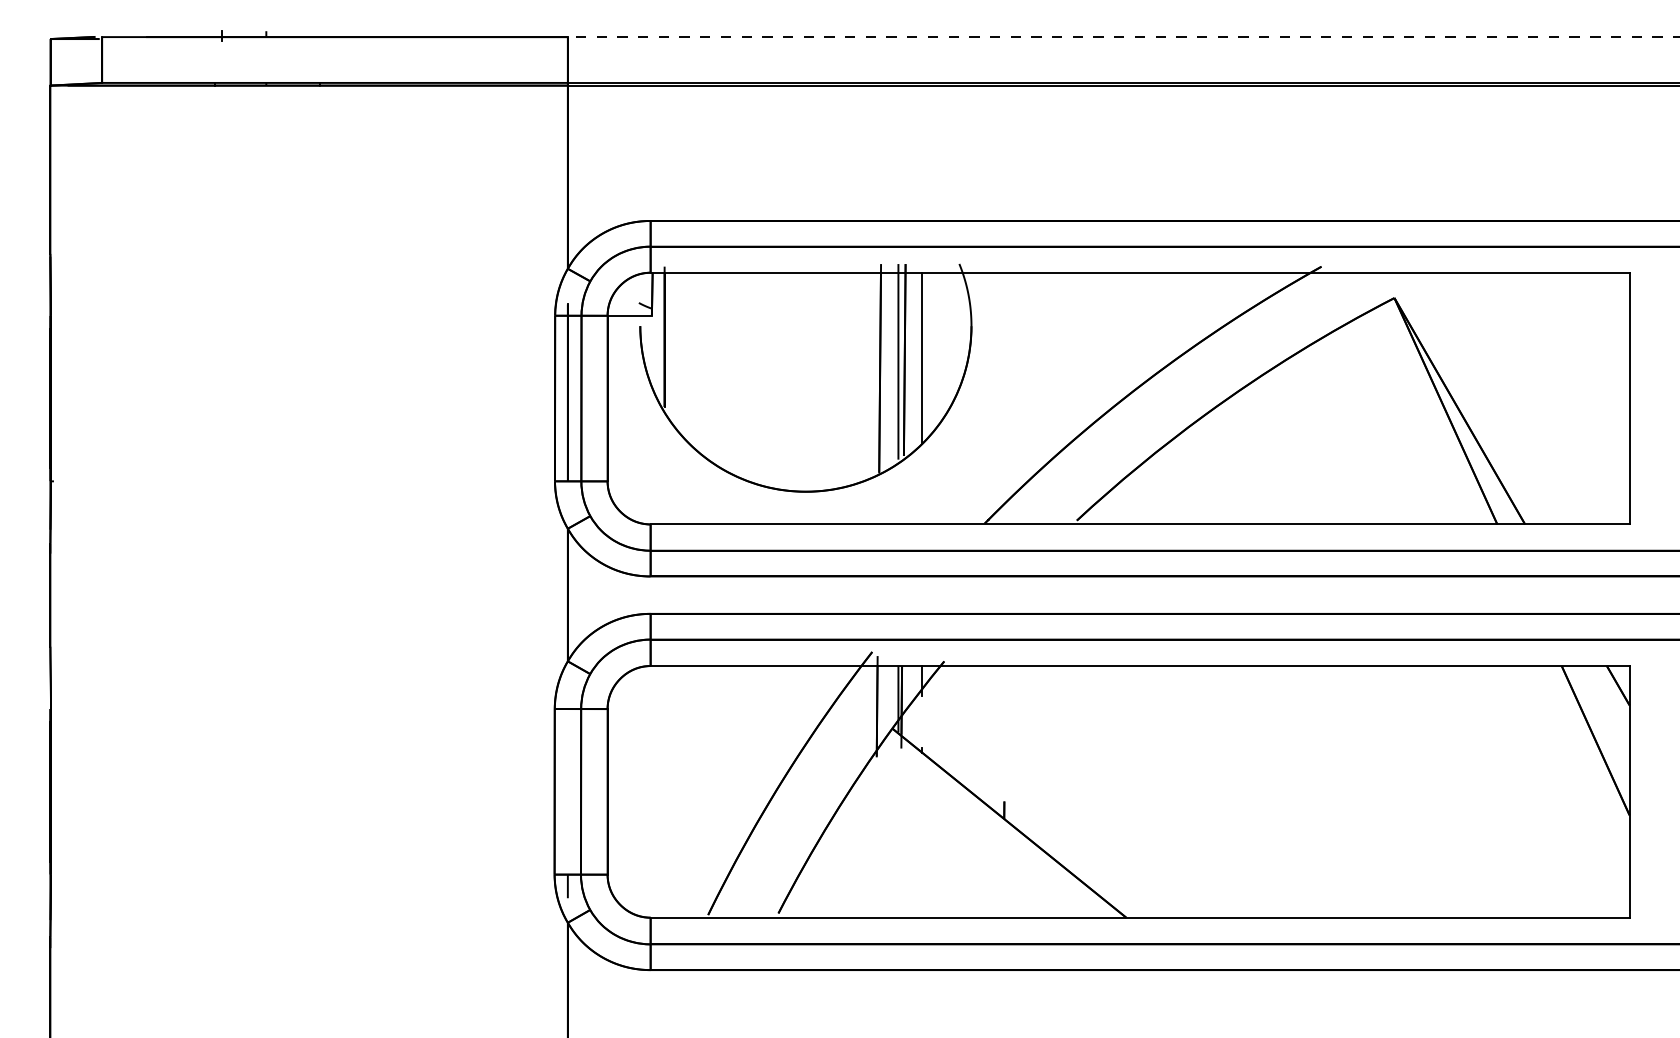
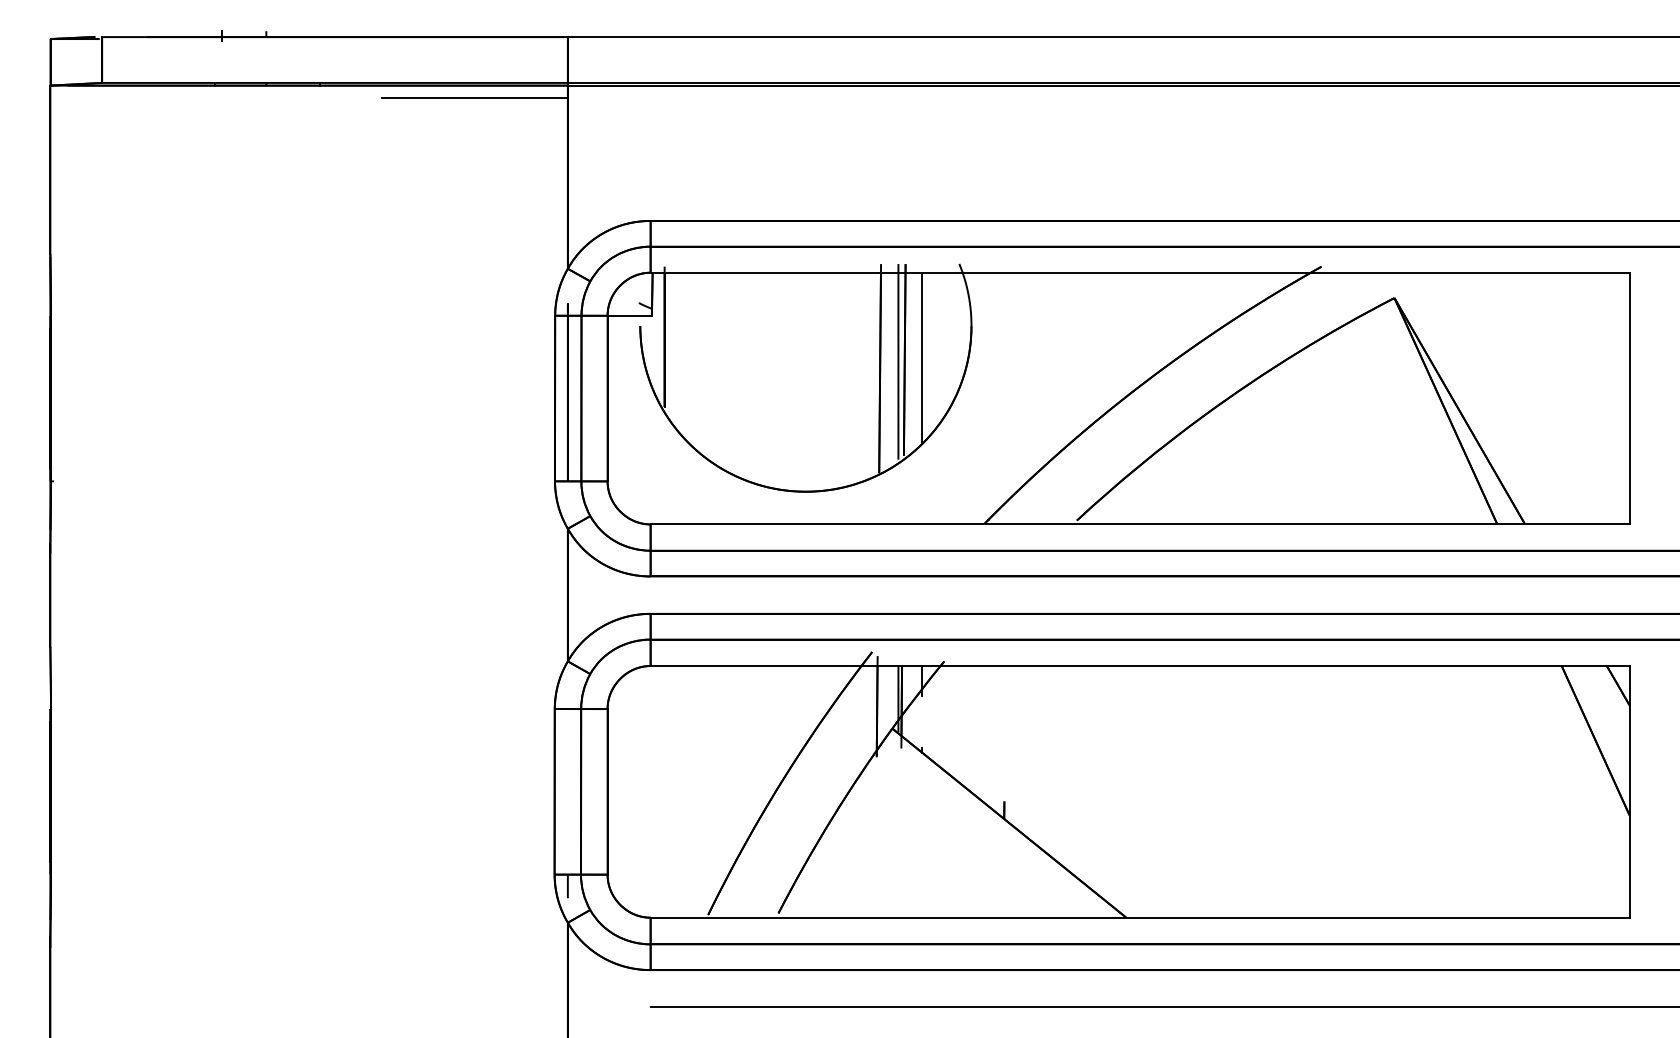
line at (1123, 37): dashed -> solid
line at (474, 98): none -> present
line at (1163, 1006): none -> present
